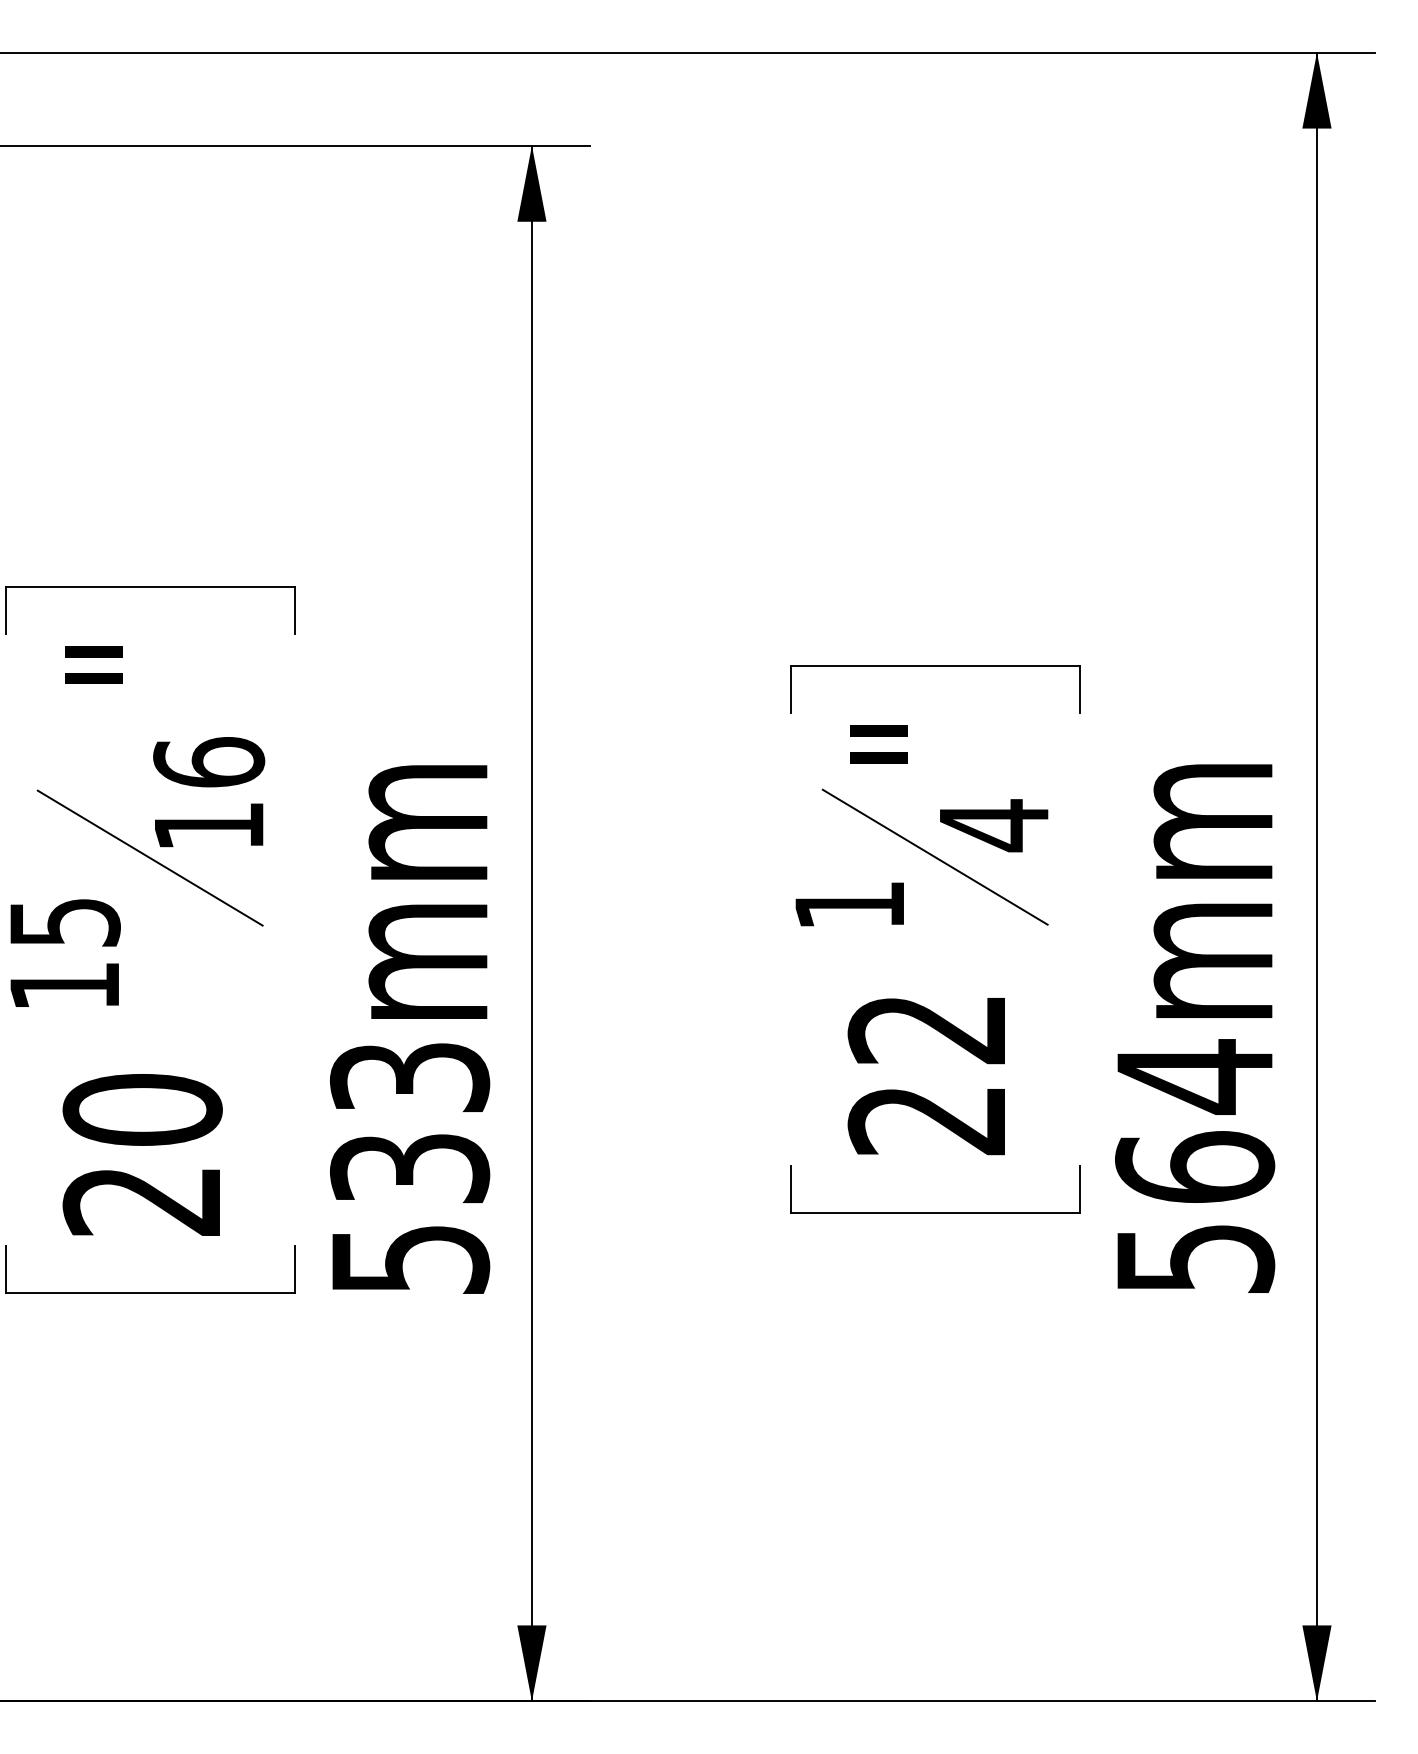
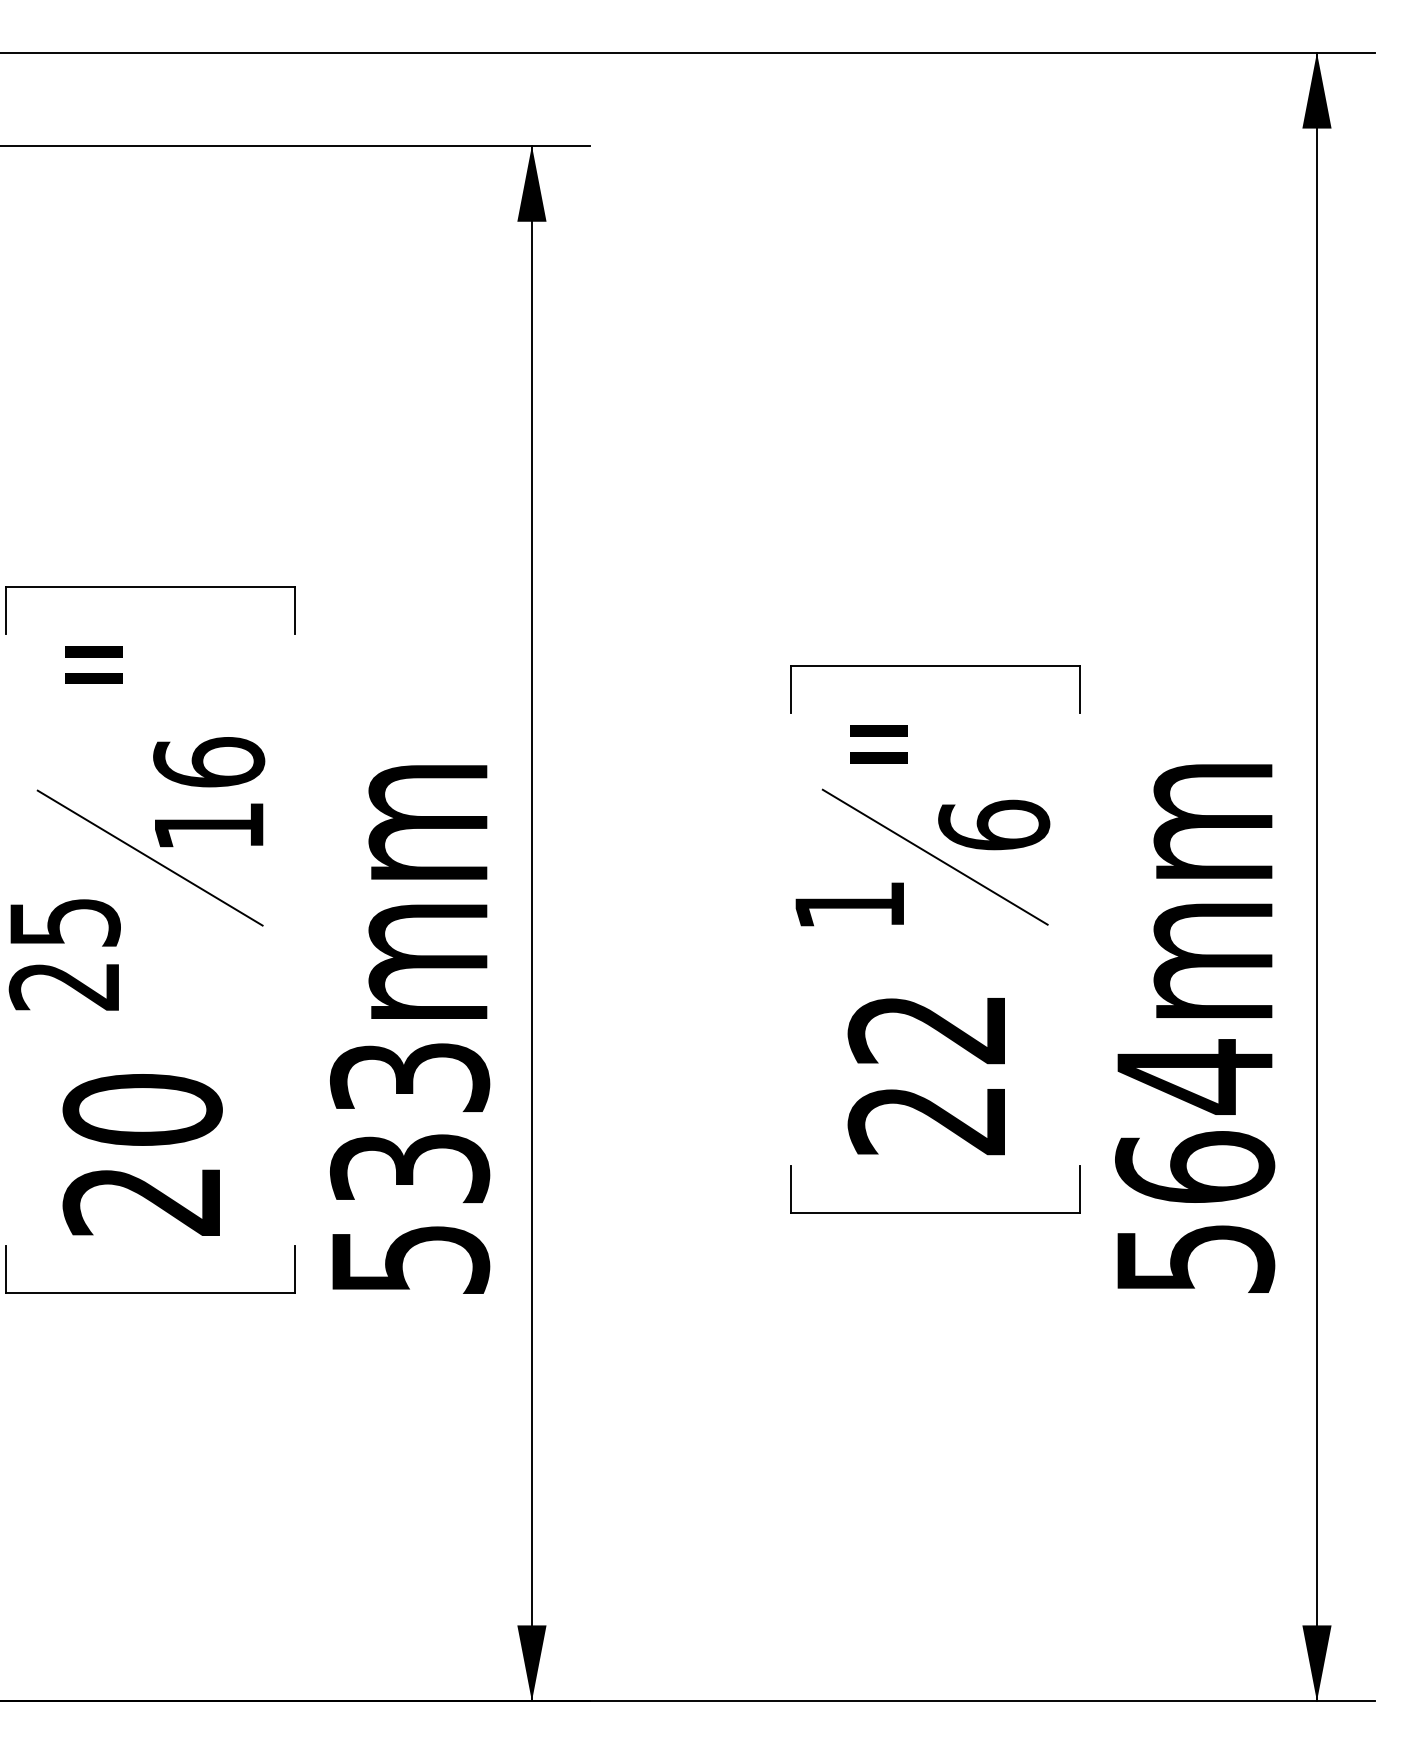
text at (994, 825): 4 -> 6
text at (63, 986): 15 -> 25
